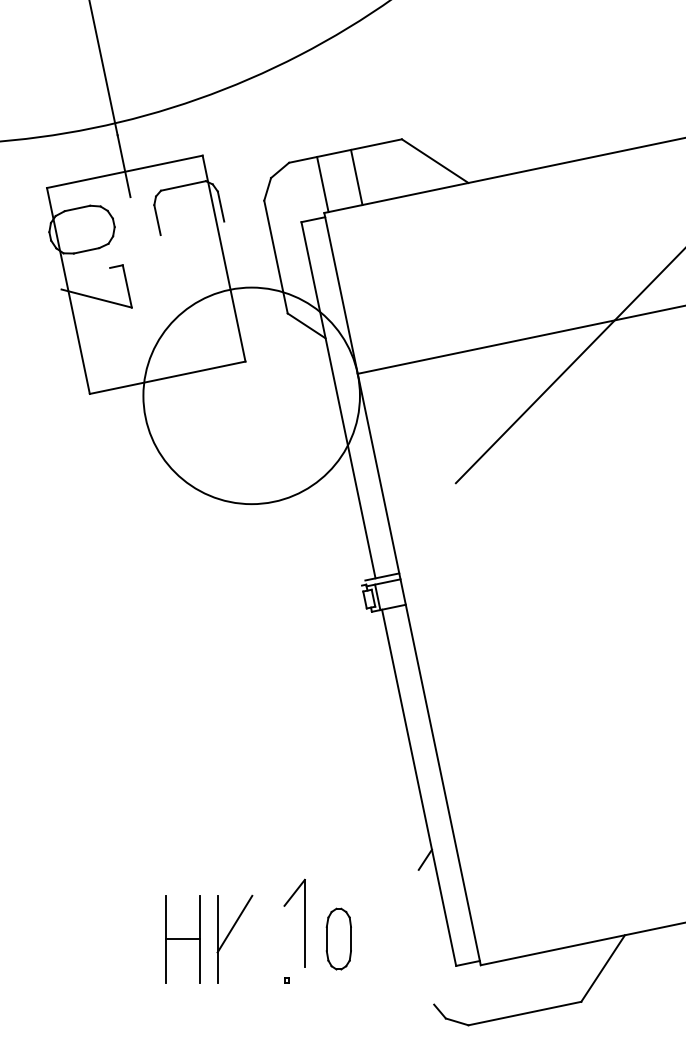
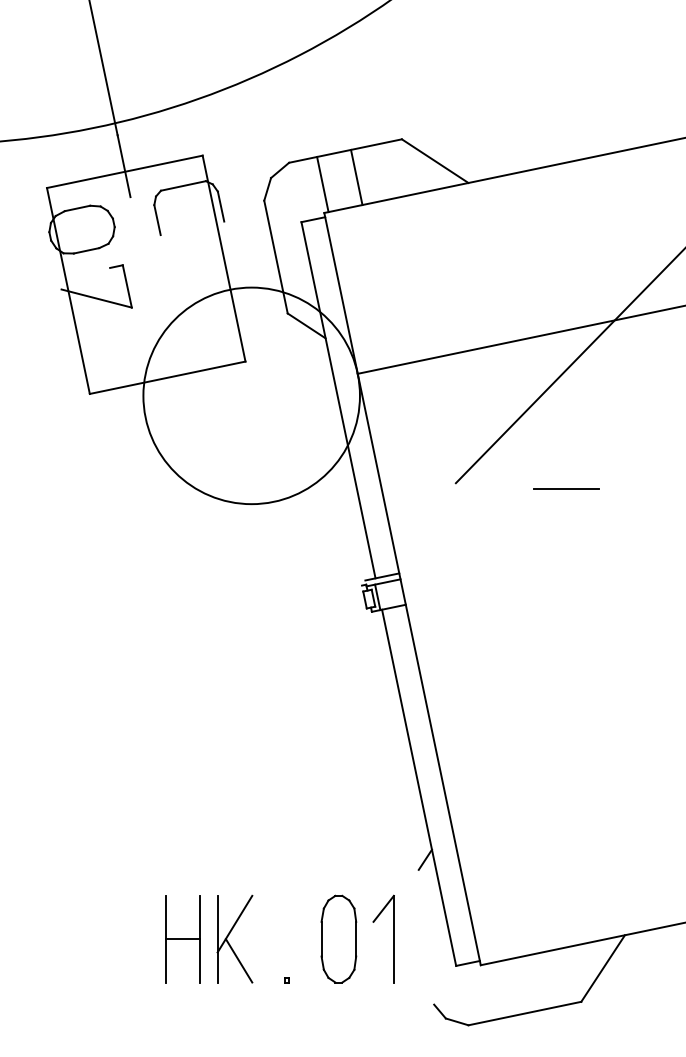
line at (566, 488): none -> present
part at (304, 922) position: (304, 922) -> (393, 938)
part at (338, 938) size: 27x64 px -> 38x90 px
line at (238, 960): none -> present
